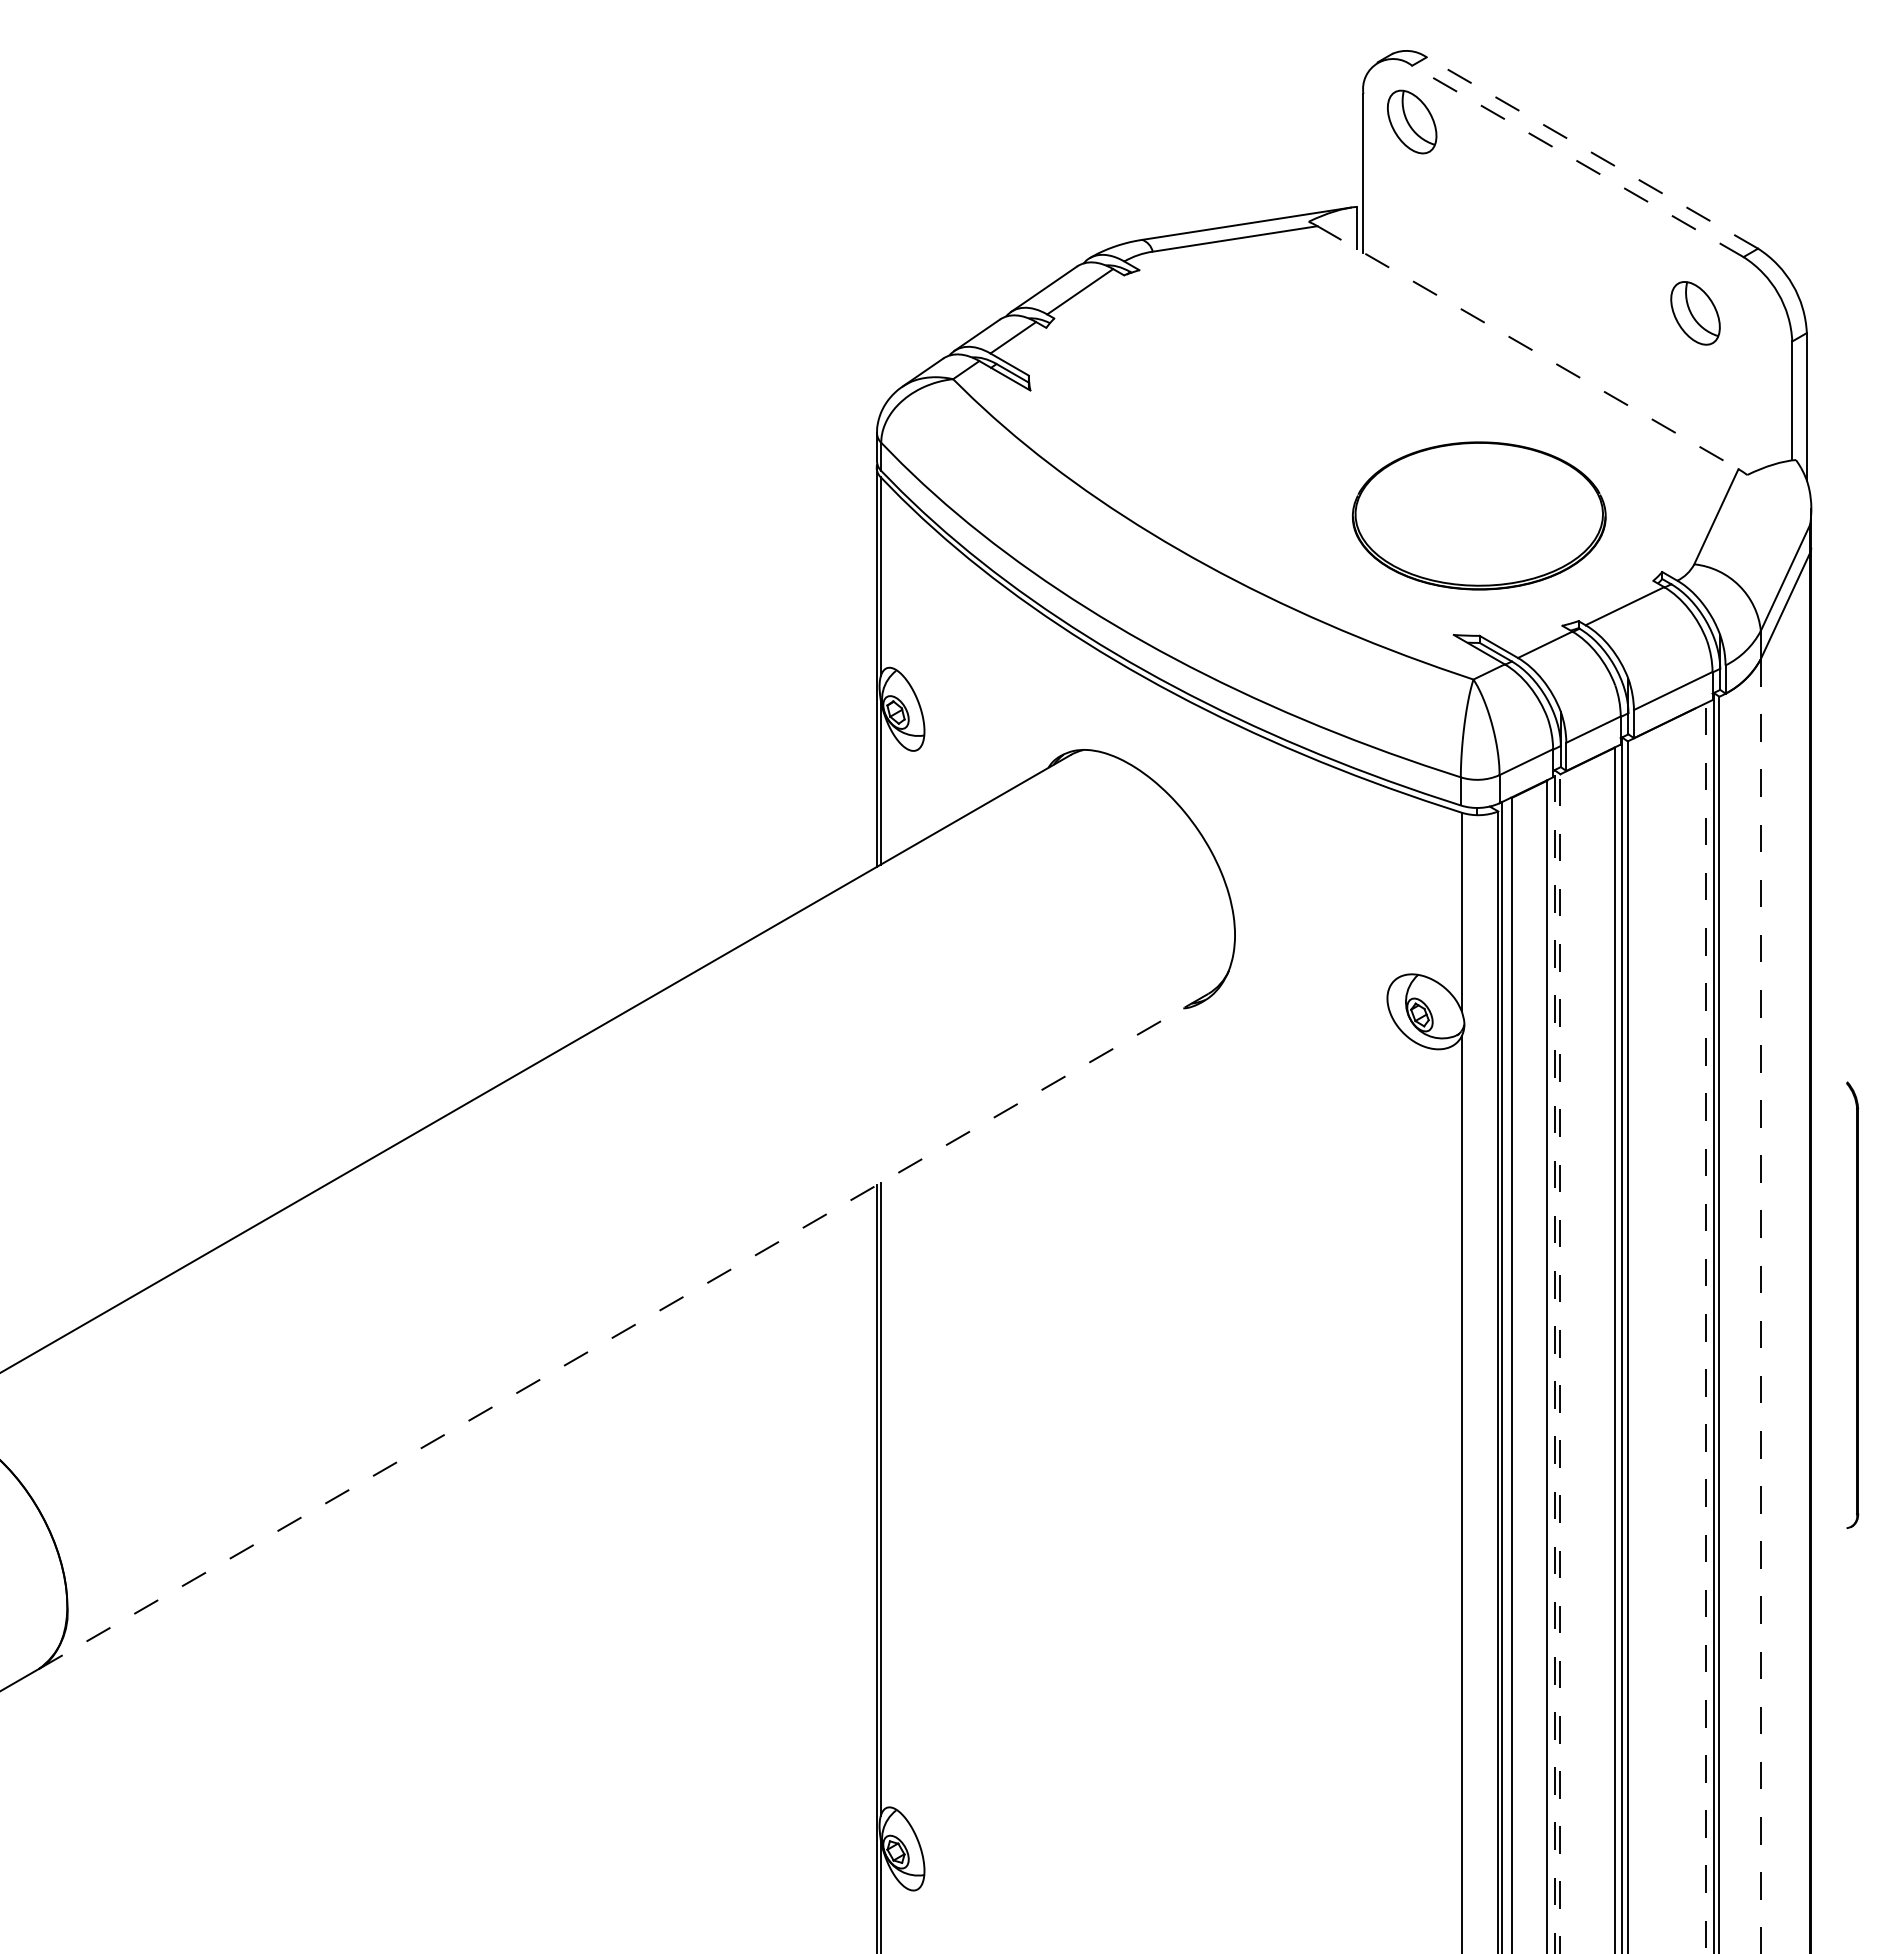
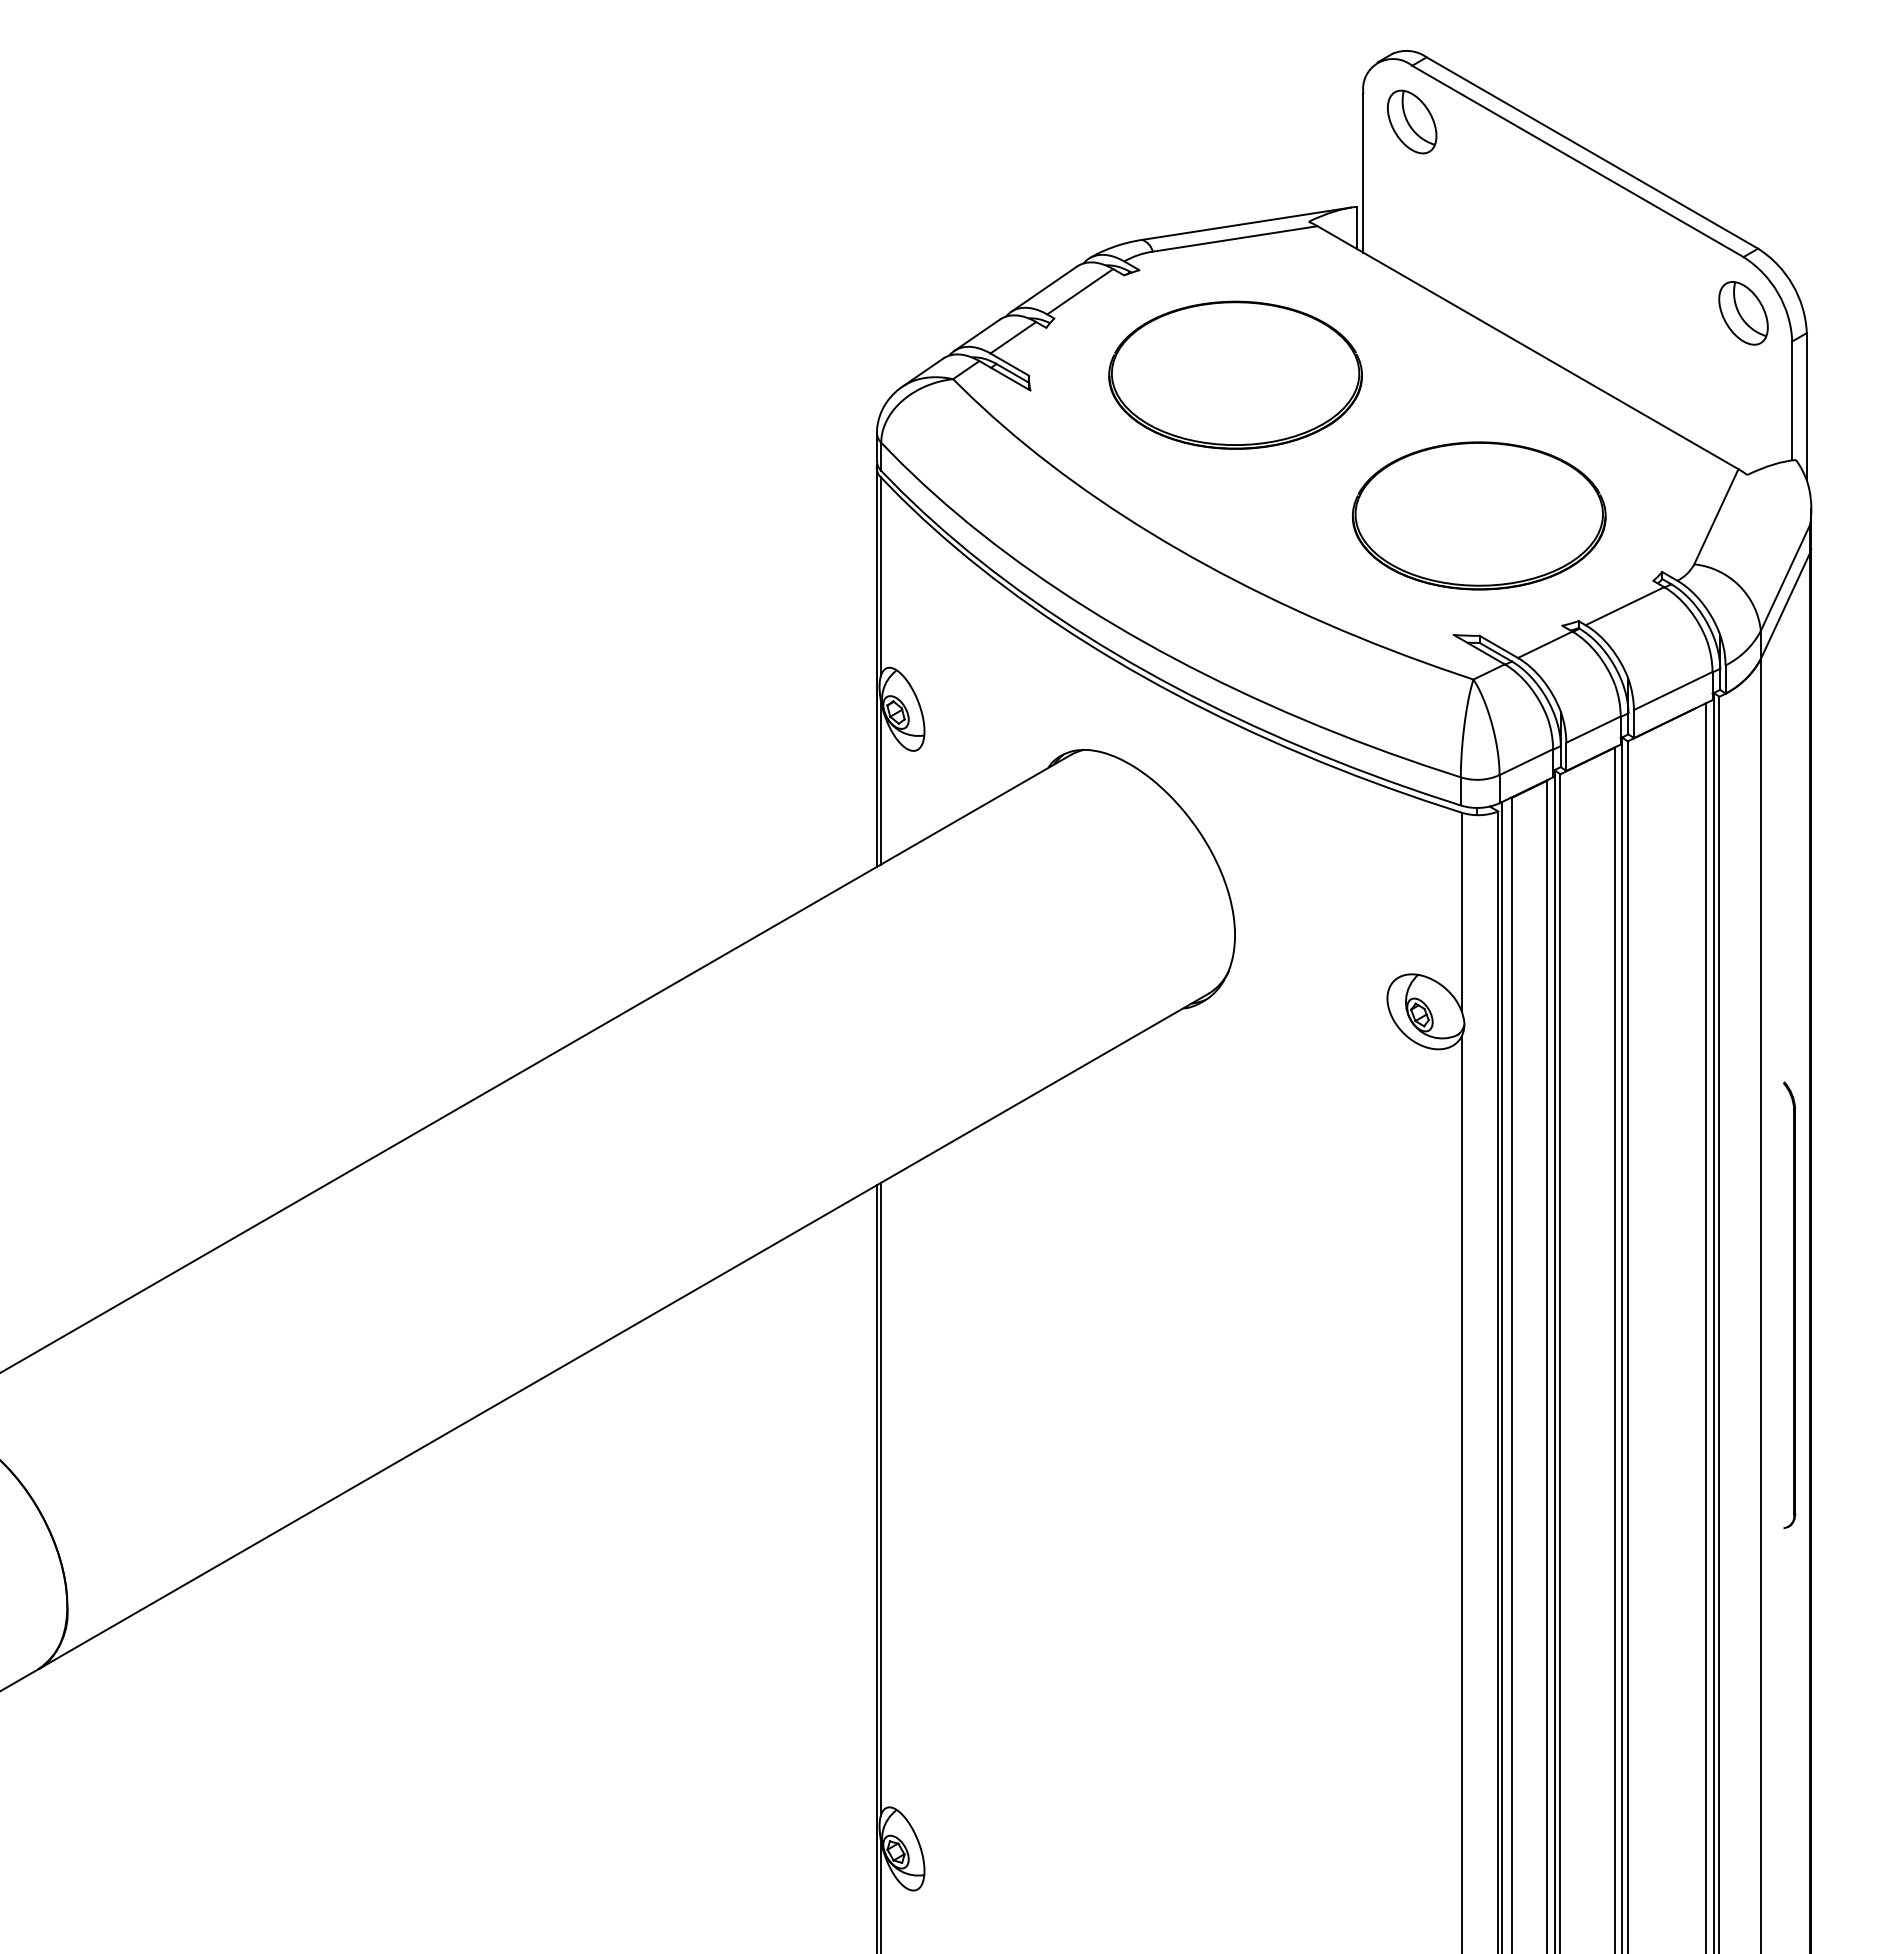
line at (1591, 152): dashed -> solid
line at (1577, 161): dashed -> solid
part at (1695, 313) position: (1695, 313) -> (1743, 313)
line at (1528, 347): dashed -> solid
part at (1235, 374): none -> present
part at (1852, 1304) position: (1852, 1304) -> (1789, 1304)
line at (1760, 1306): dashed -> solid
line at (1706, 1328): dashed -> solid
line at (624, 1331): dashed -> solid
line at (1554, 1361): dashed -> solid
line at (1560, 1363): dashed -> solid
